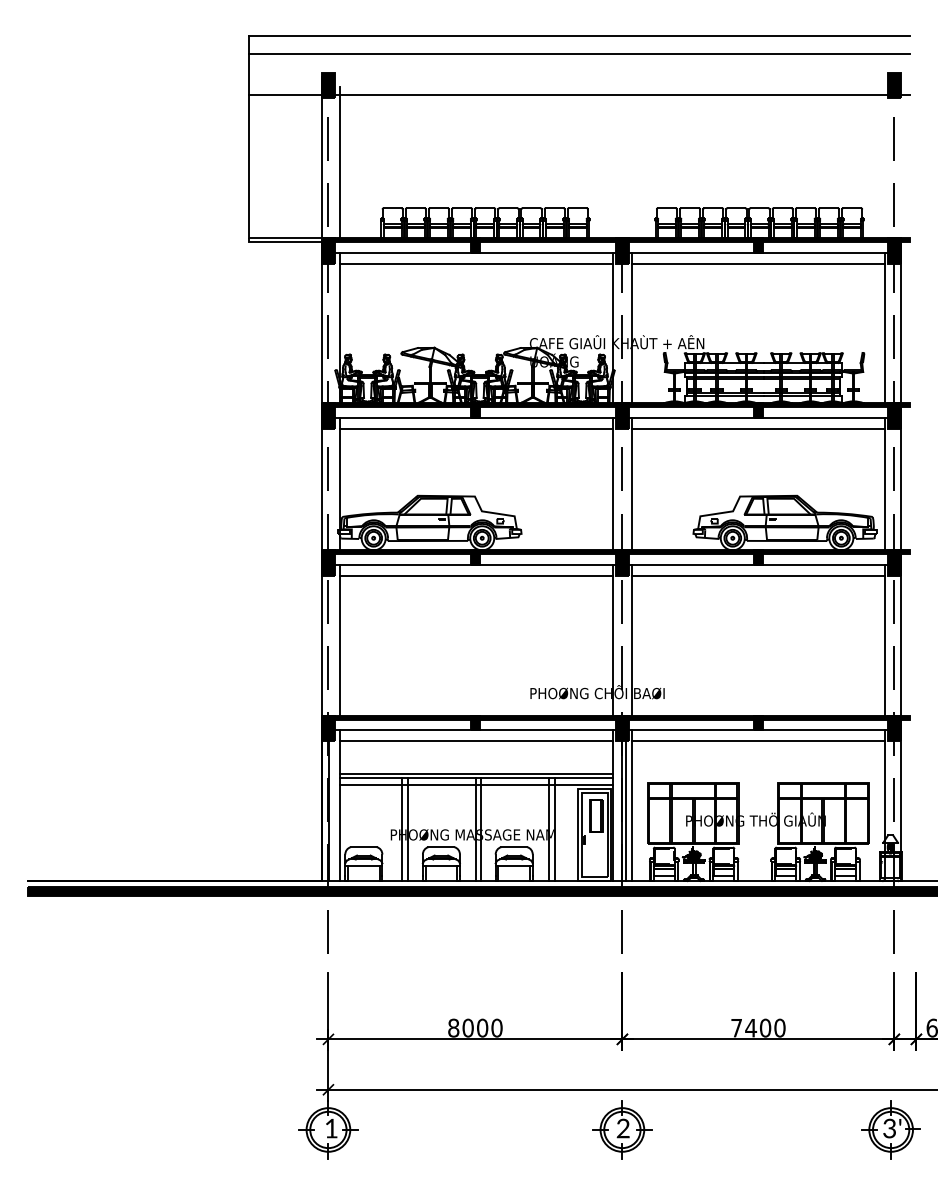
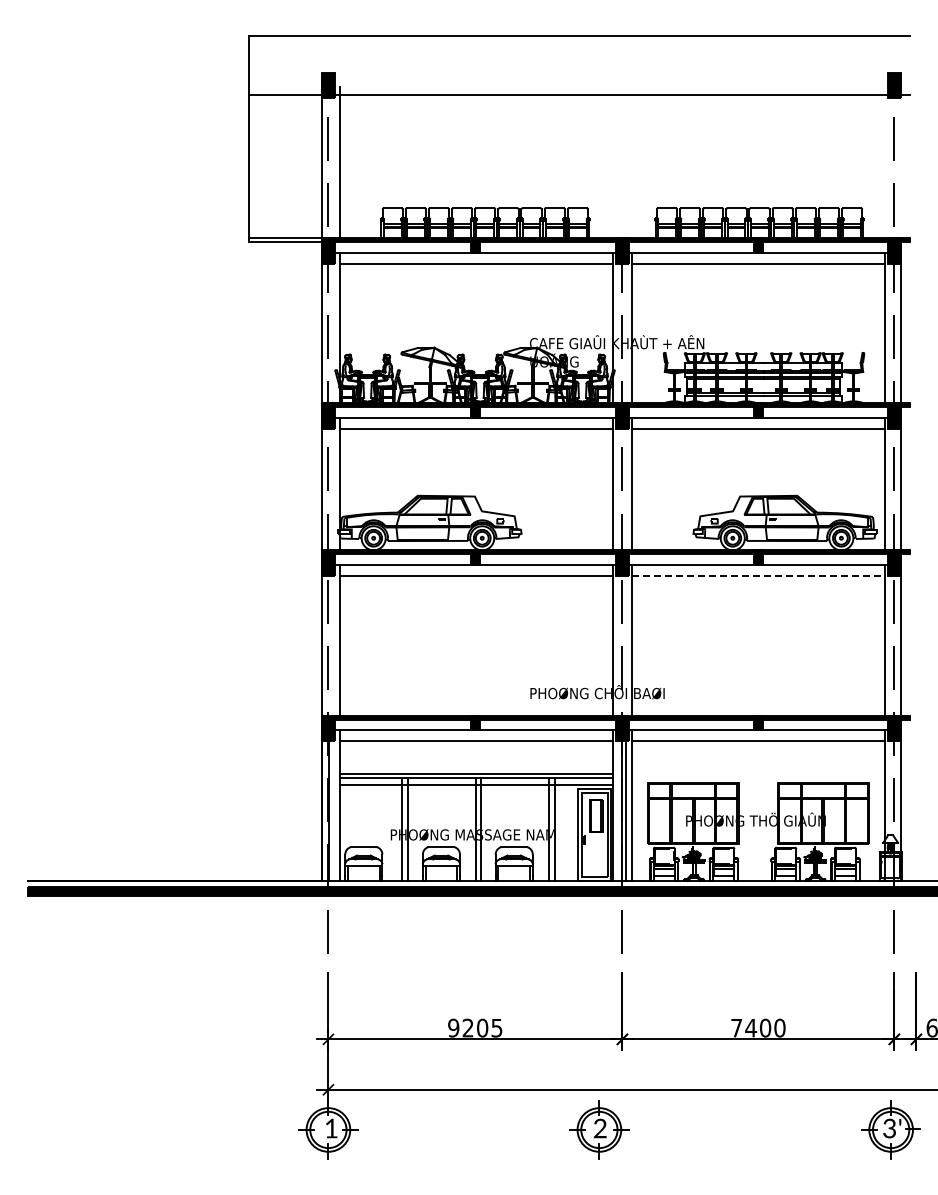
line at (578, 54): present -> none
line at (758, 576): solid -> dashed
text at (475, 1027): 8000 -> 9205
part at (622, 1129) position: (622, 1129) -> (599, 1129)
